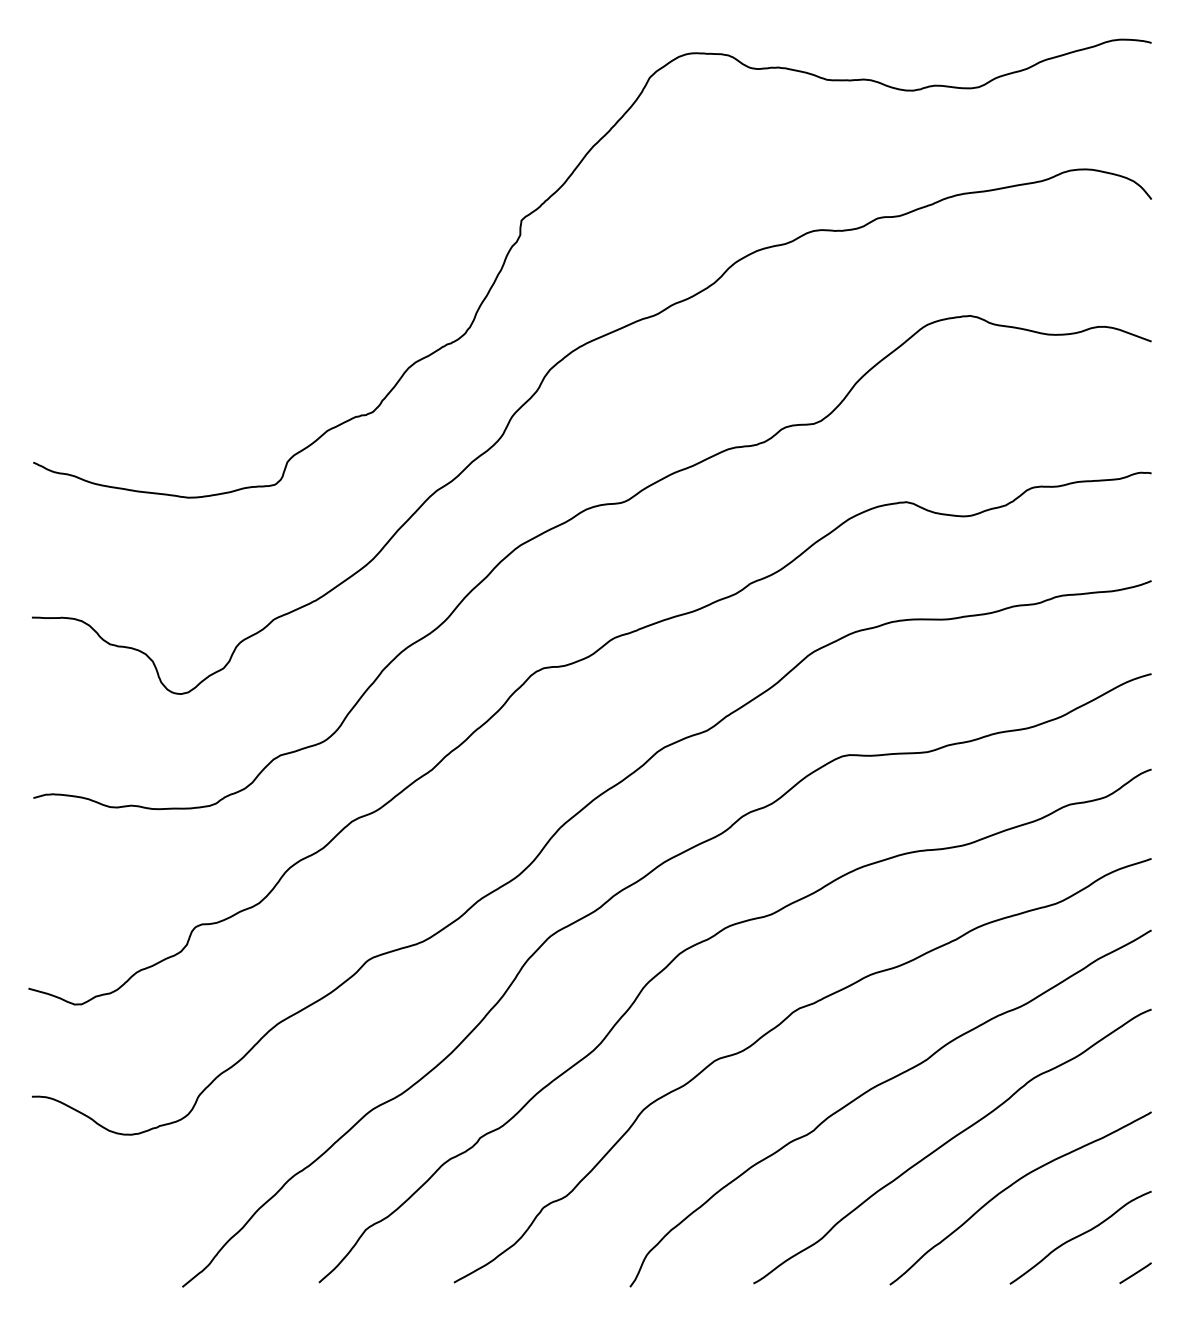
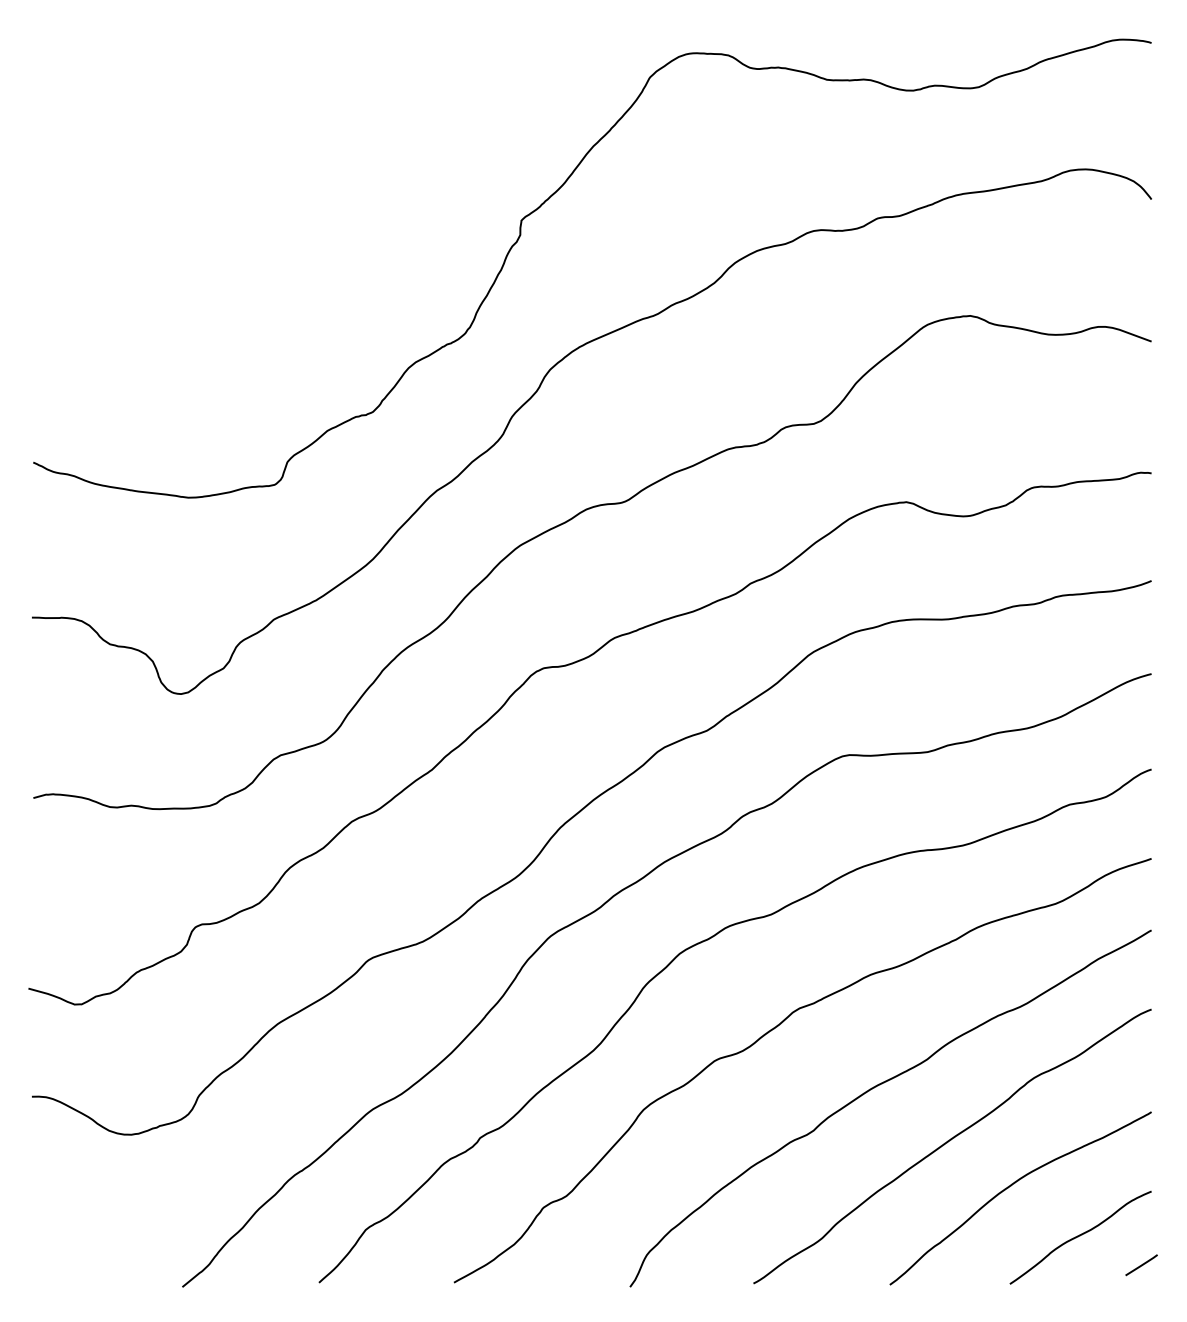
line at (1135, 1273) position: (1135, 1273) -> (1141, 1265)
